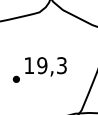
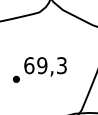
text at (29, 65): 19,3 -> 69,3
